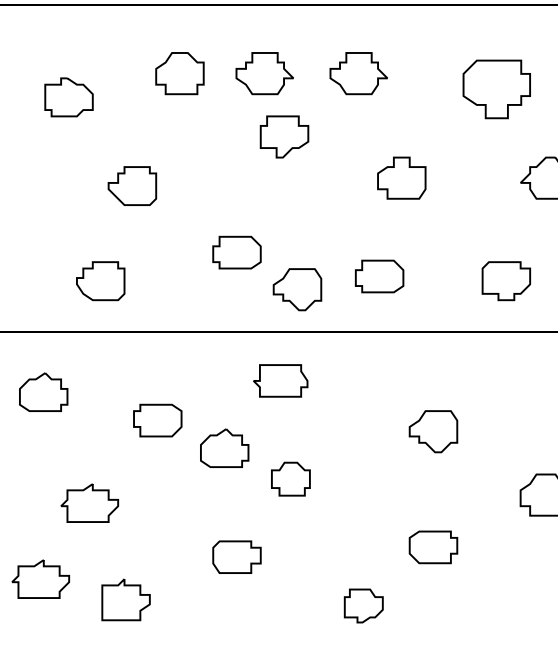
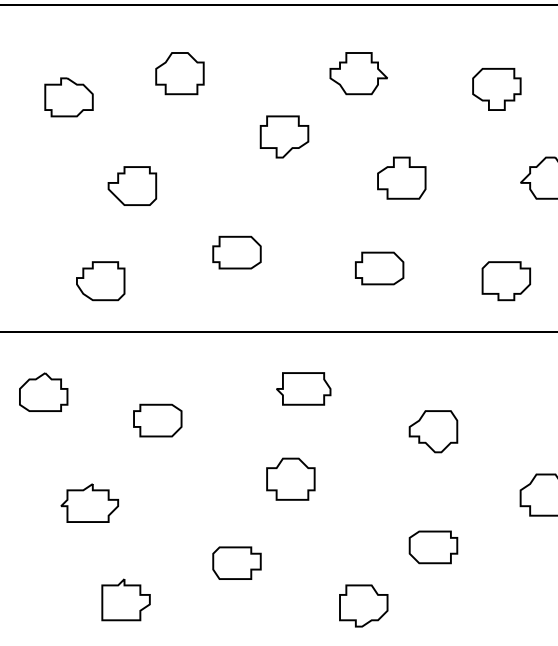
part at (264, 73): present -> none
part at (496, 89) size: 69x61 px -> 50x43 px
part at (379, 276) position: (379, 276) -> (379, 268)
part at (297, 289): present -> none
part at (280, 380) position: (280, 380) -> (303, 388)
part at (224, 447): present -> none
part at (290, 478) size: 40x36 px -> 50x44 px
part at (236, 556) position: (236, 556) -> (236, 562)
part at (40, 578): present -> none
part at (363, 605) size: 41x36 px -> 50x44 px
